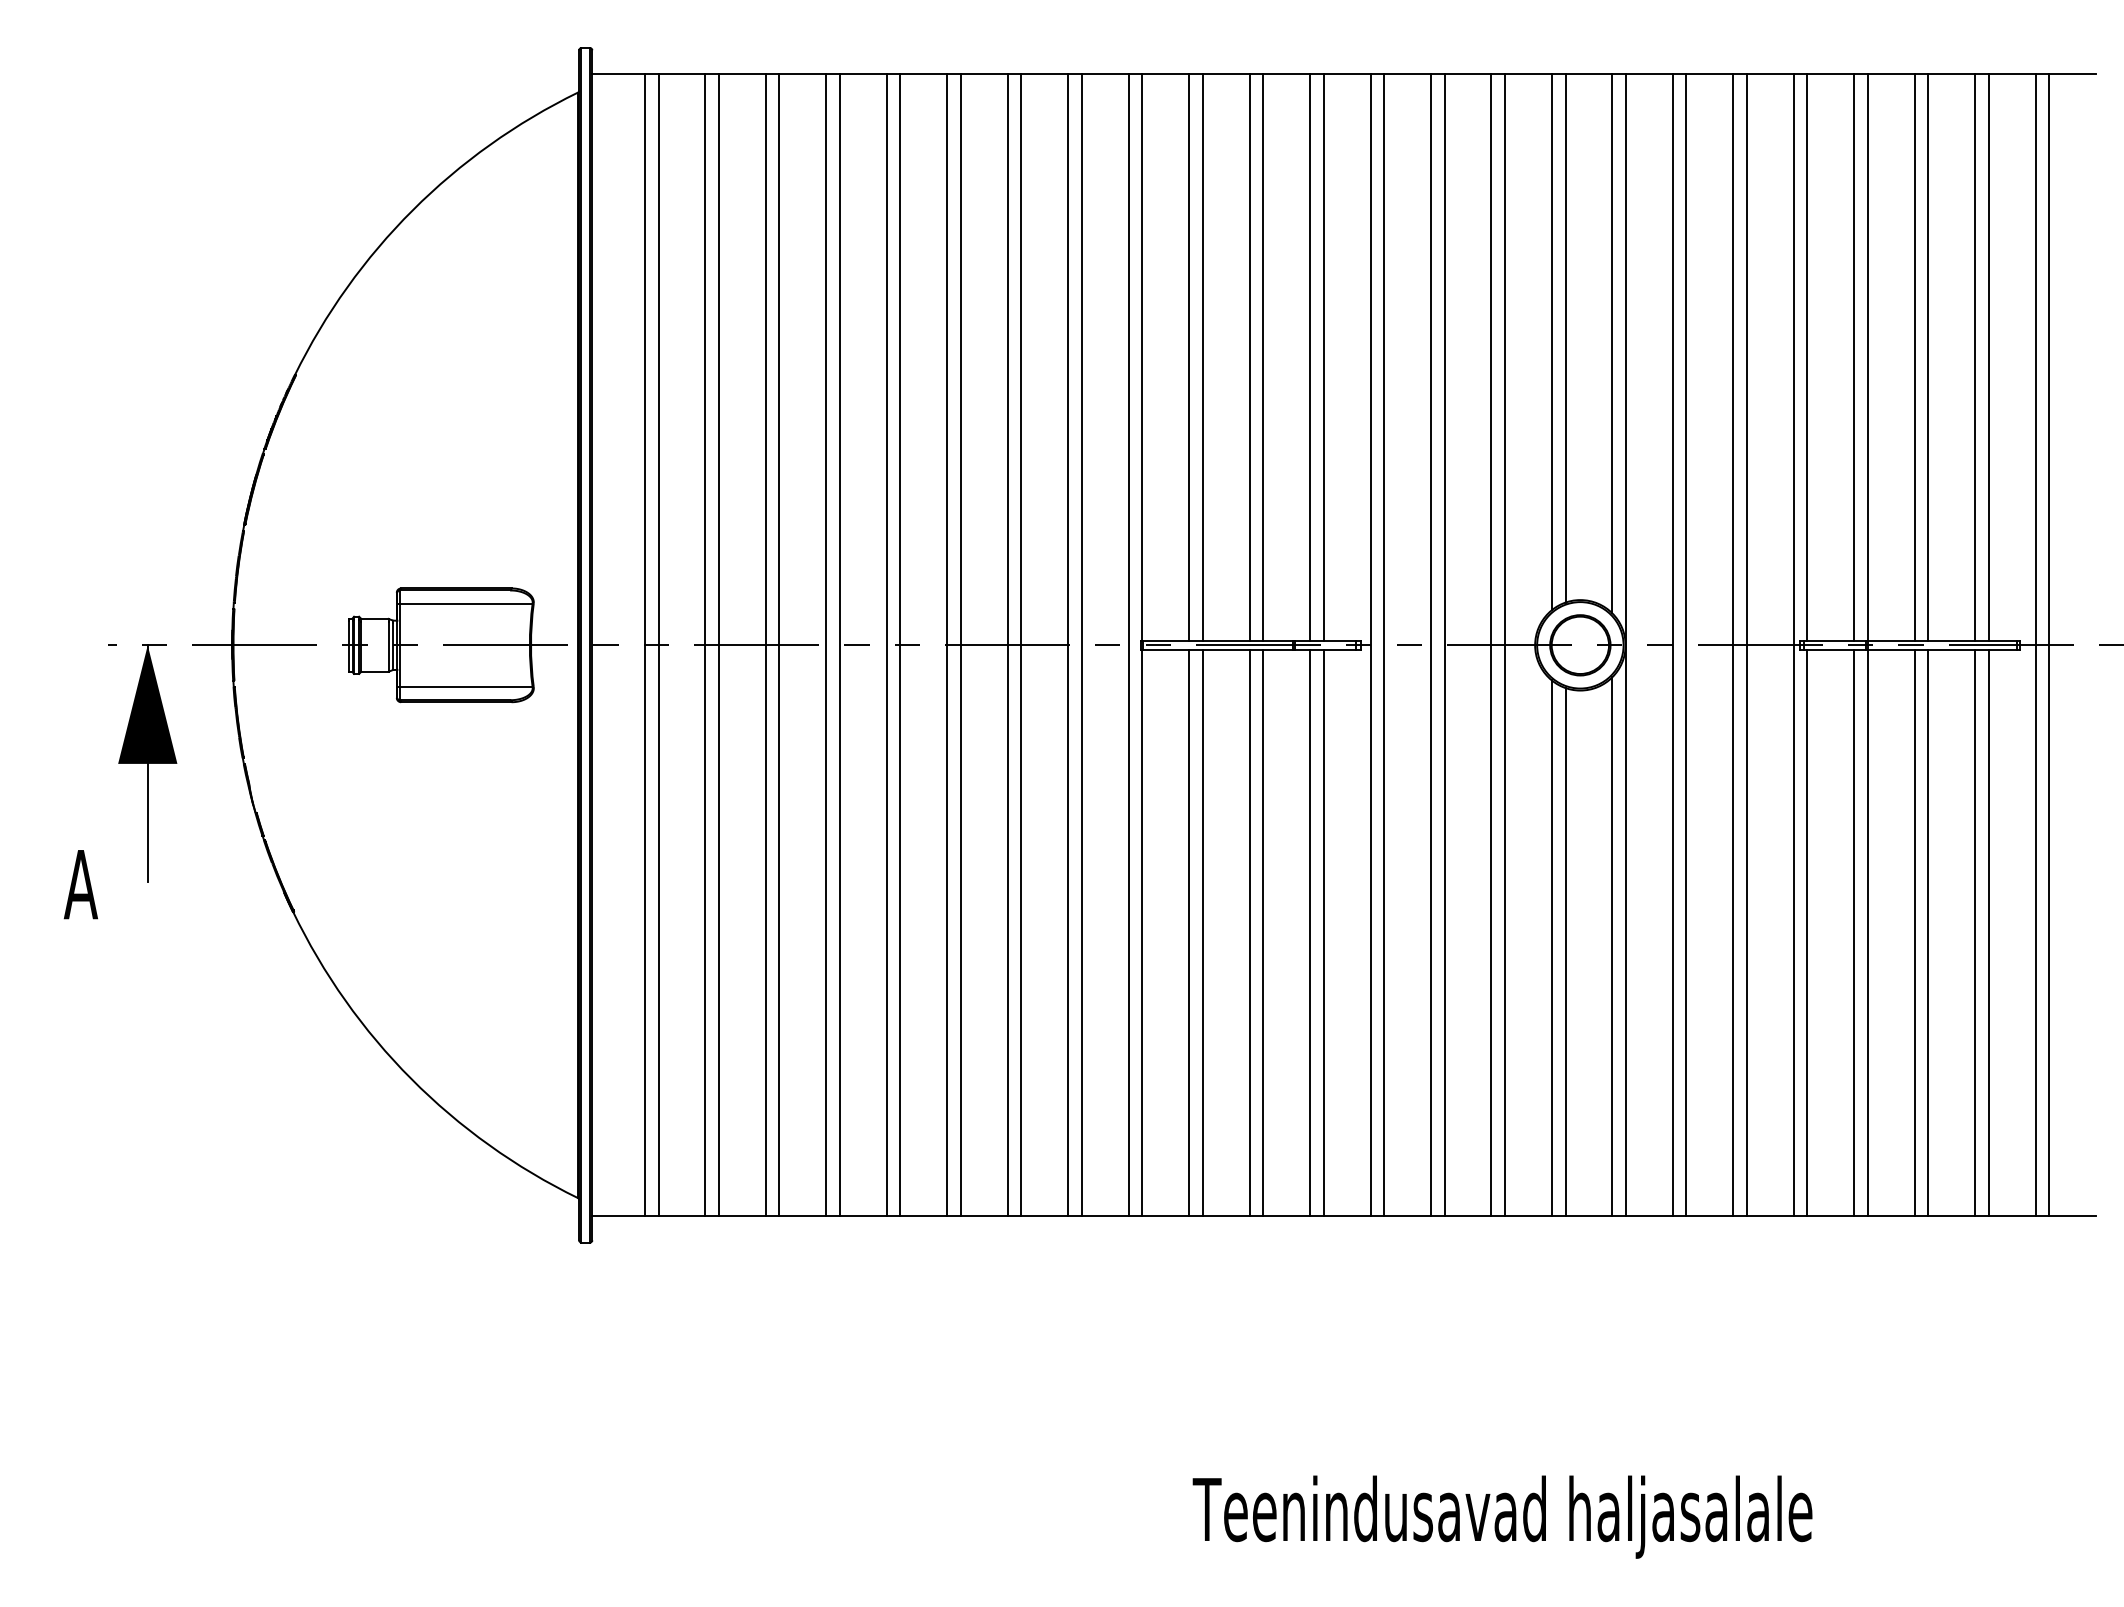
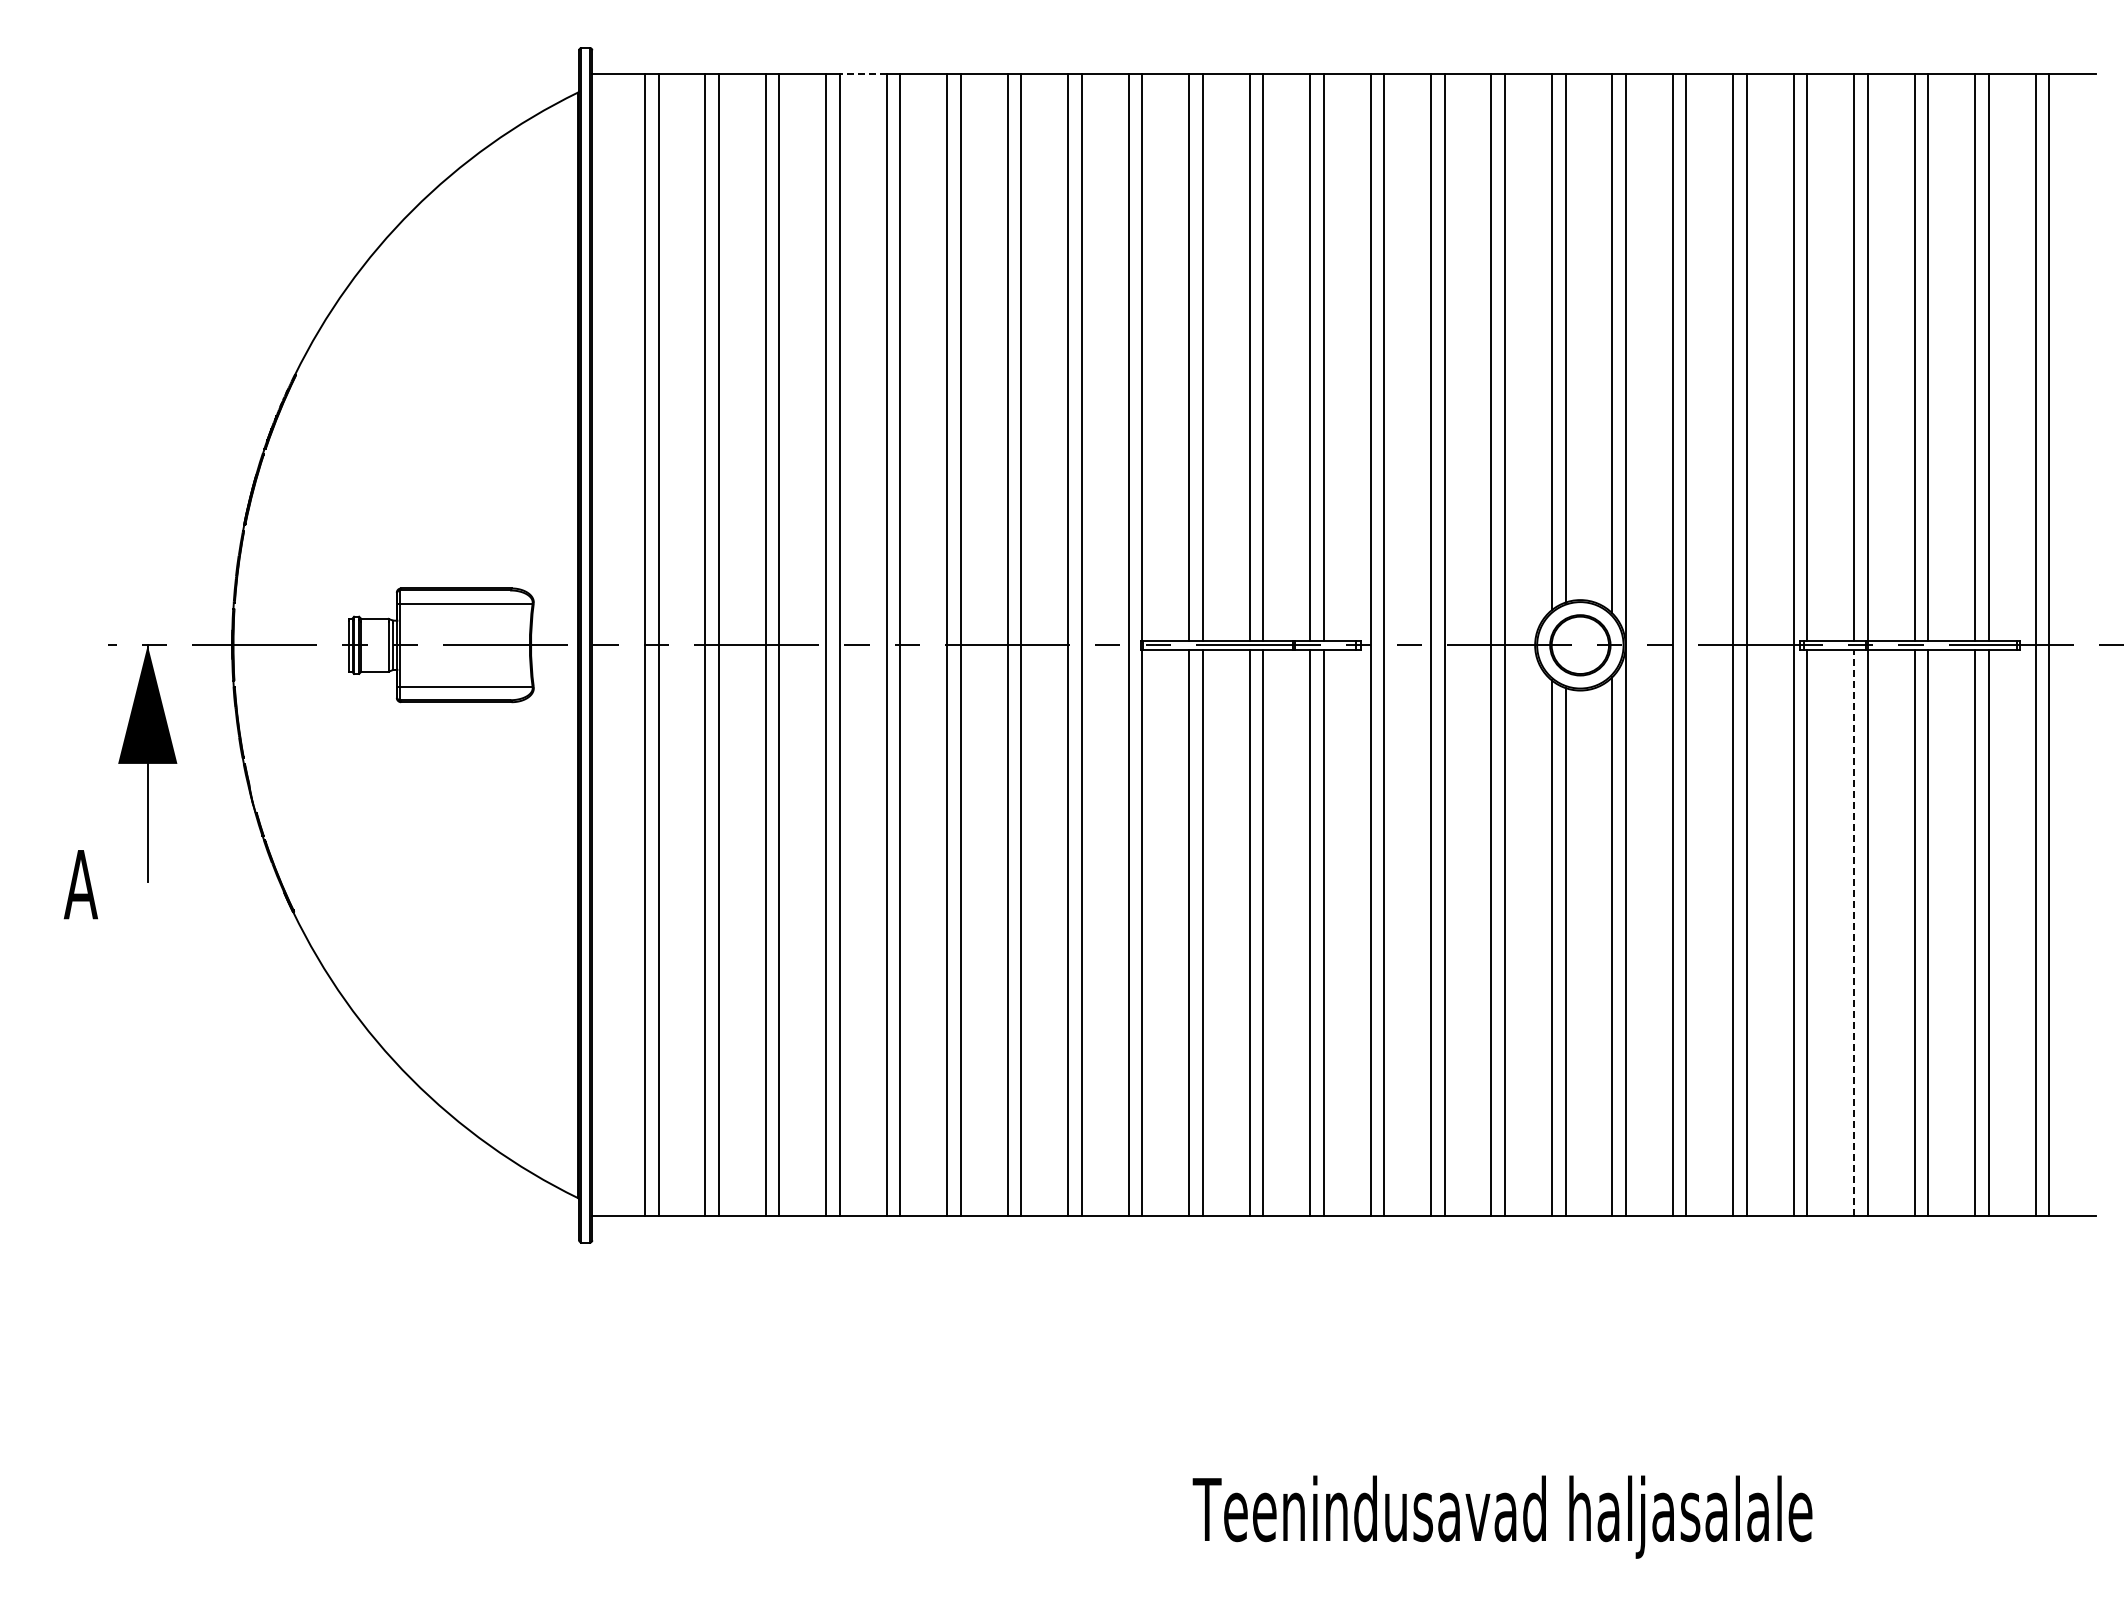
line at (862, 74): solid -> dashed
line at (1854, 932): solid -> dashed
